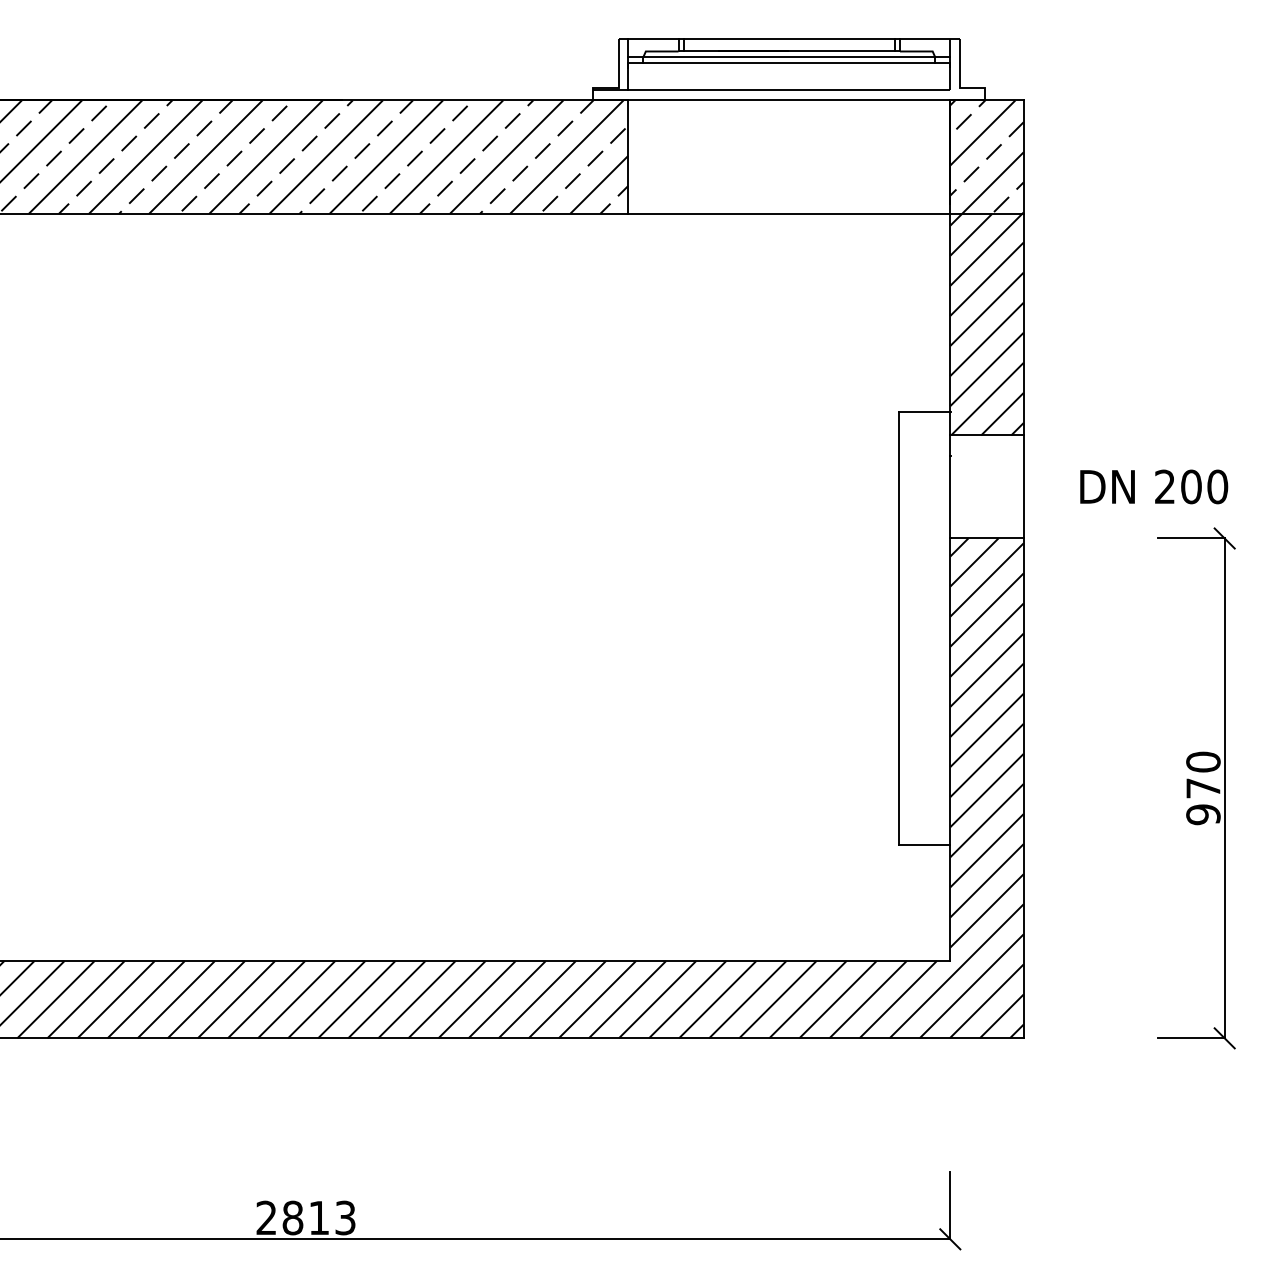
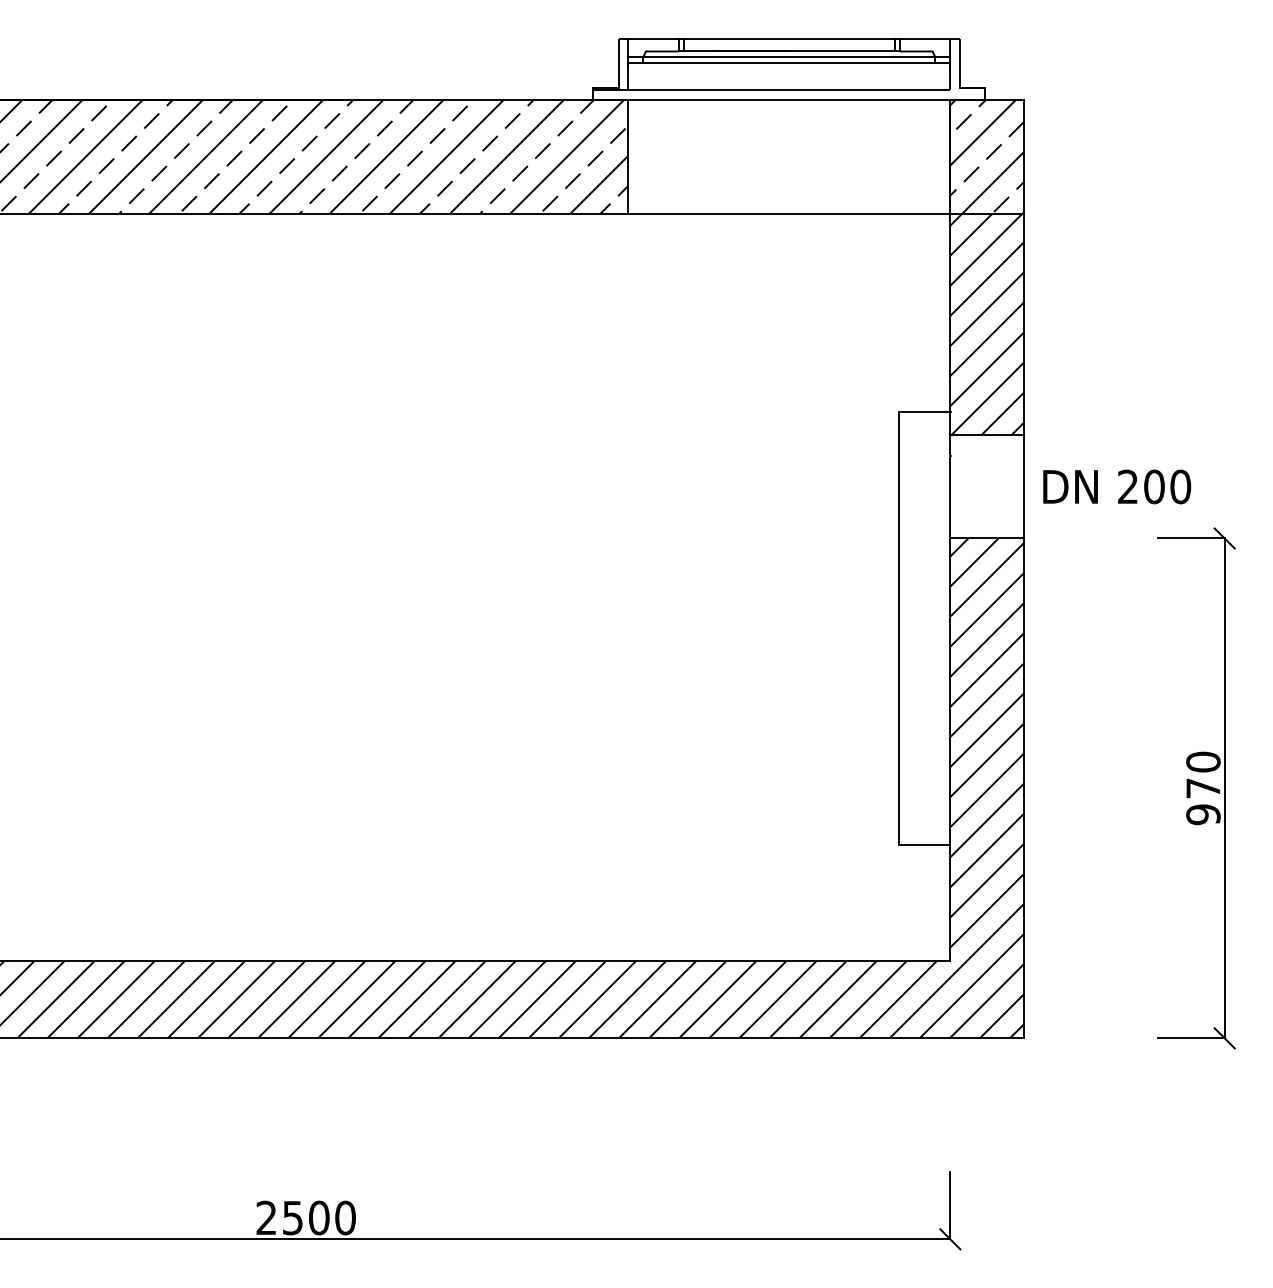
text at (1154, 486) position: (1154, 486) -> (1117, 486)
text at (318, 1217): 2813 -> 2500
